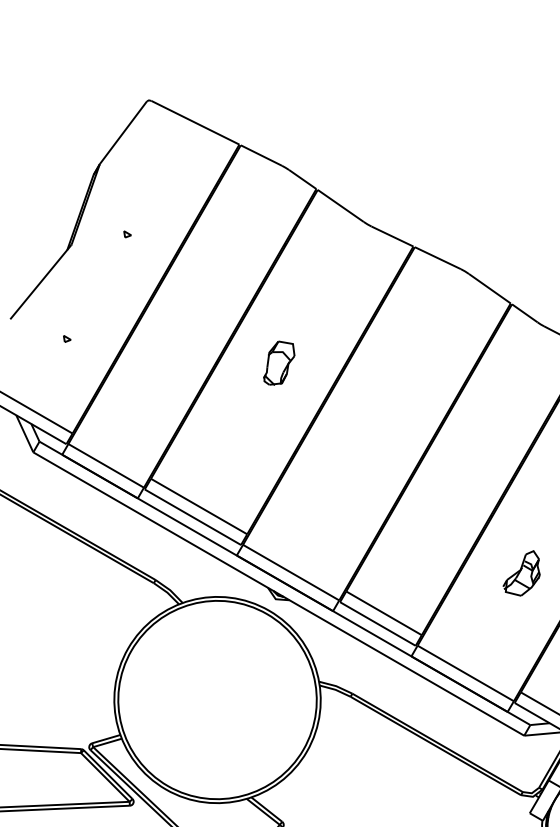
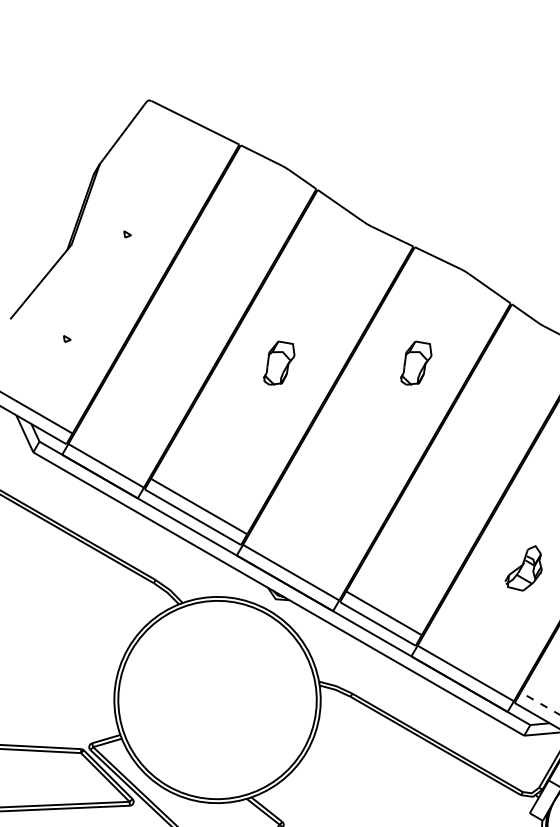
part at (416, 362): none -> present
part at (521, 573) position: (521, 573) -> (523, 568)
line at (539, 703): solid -> dashed
